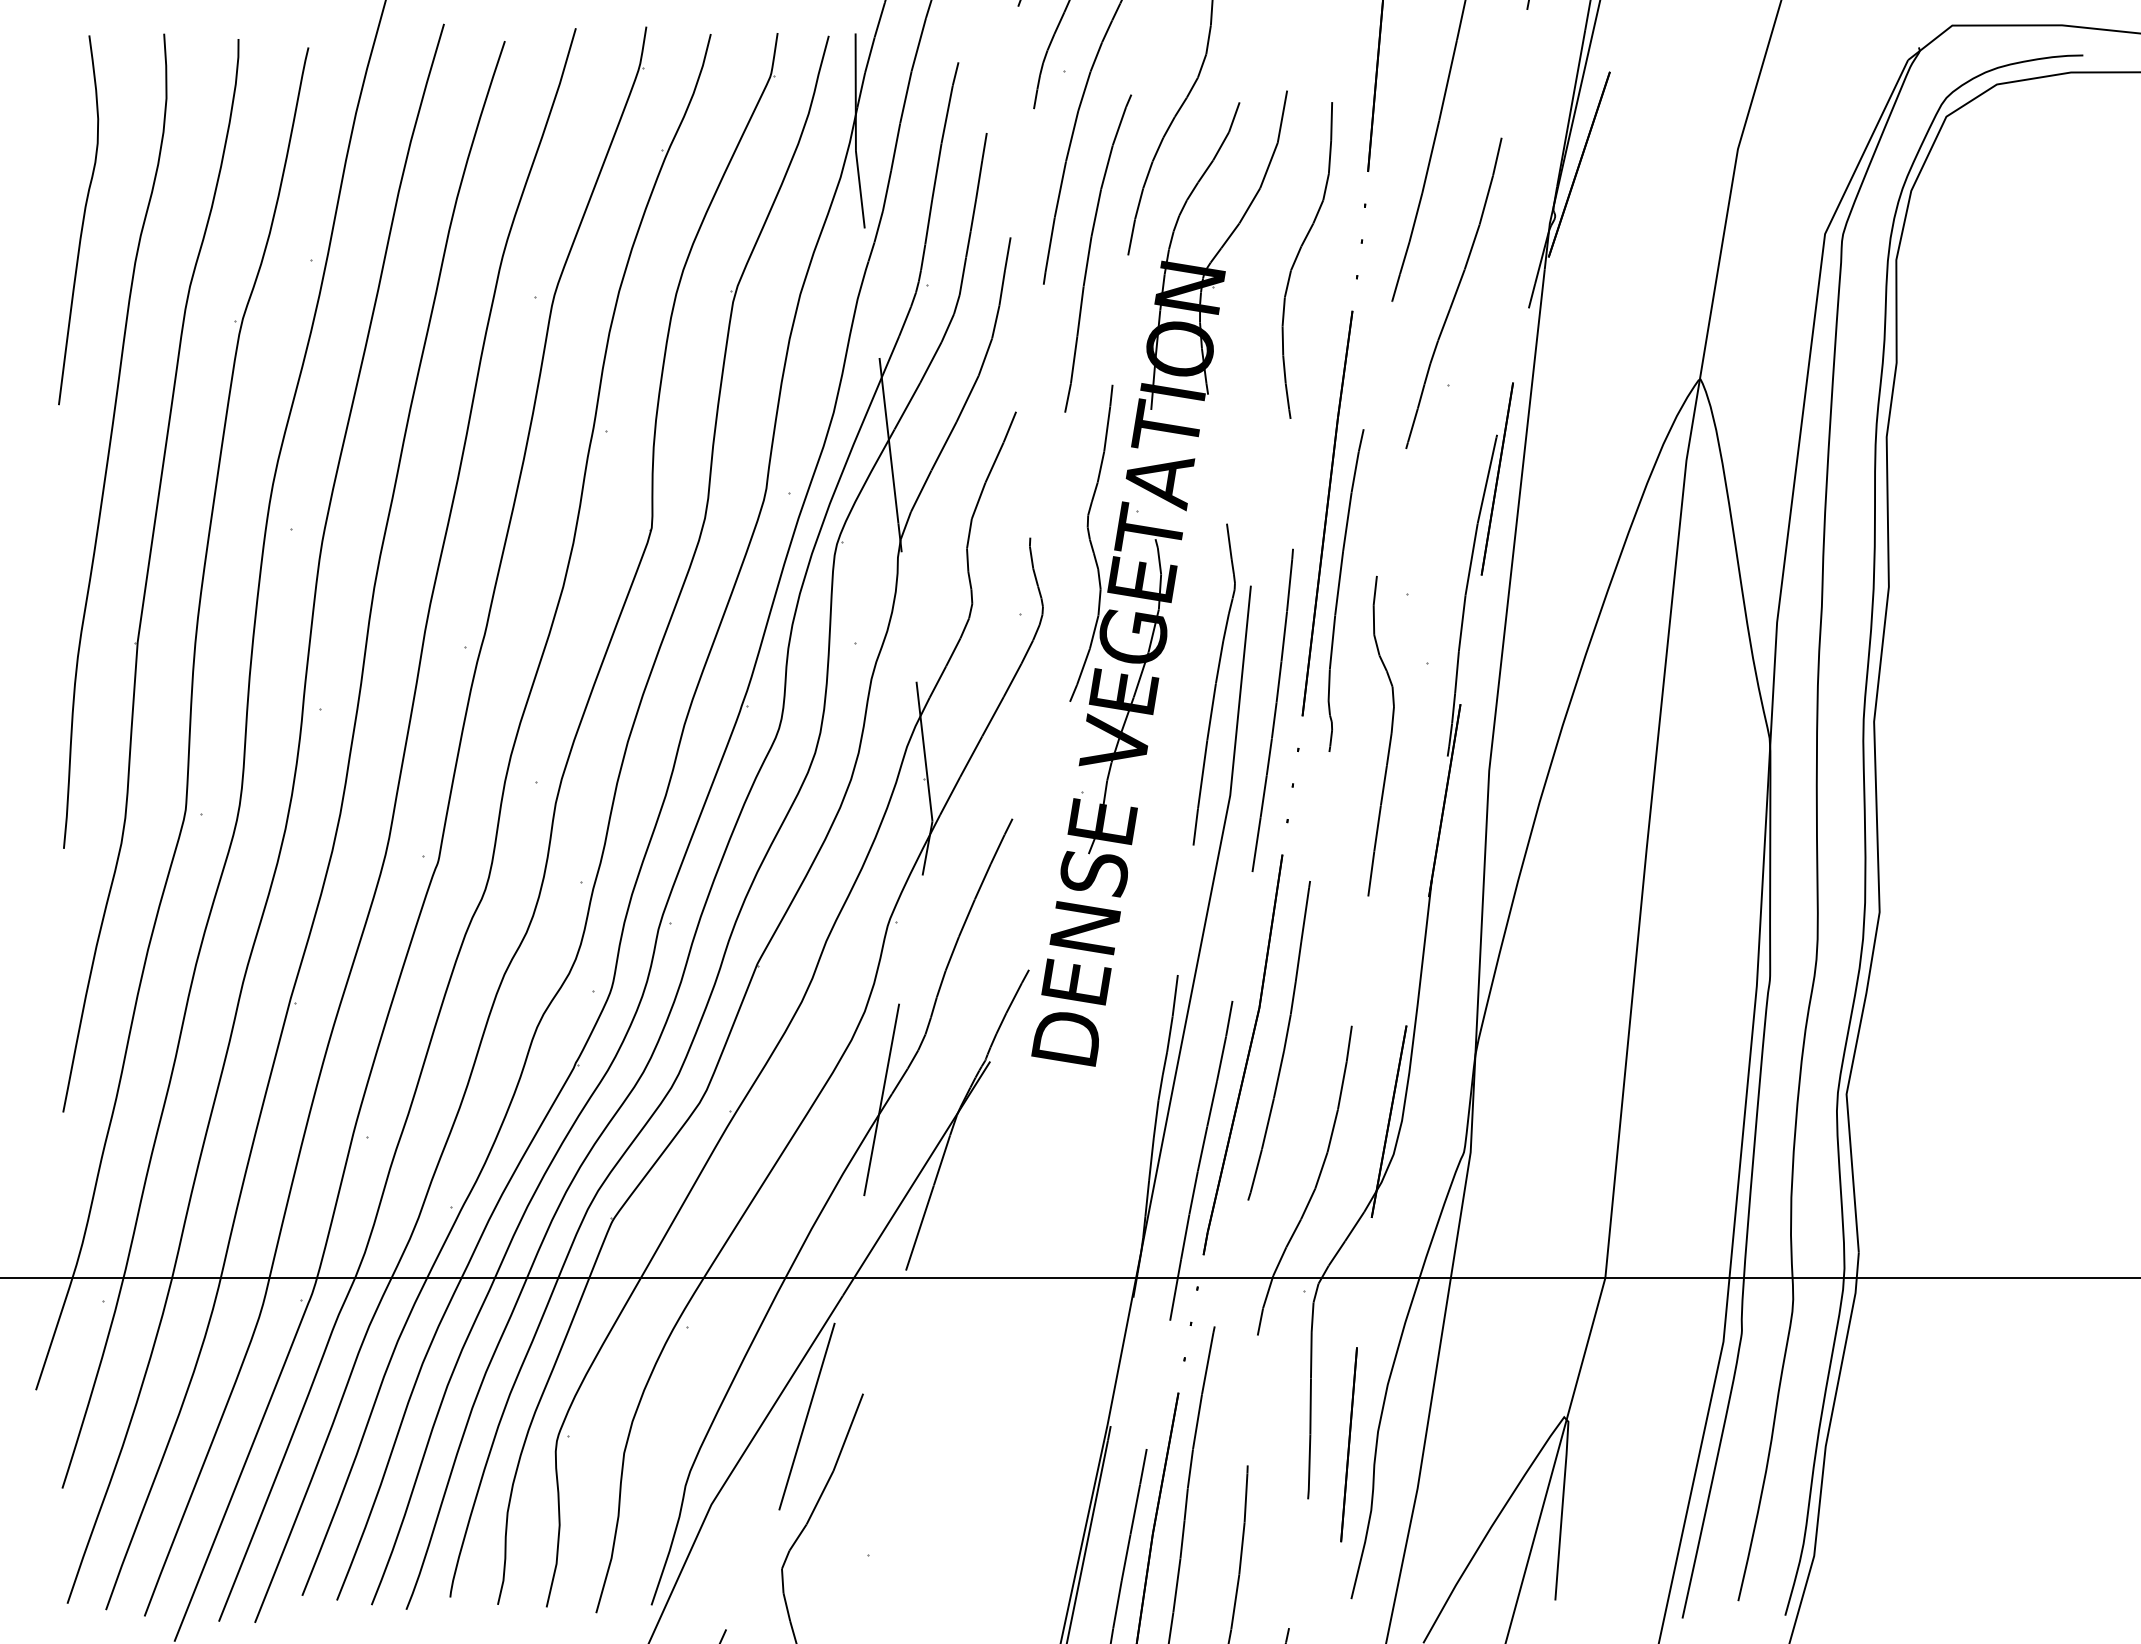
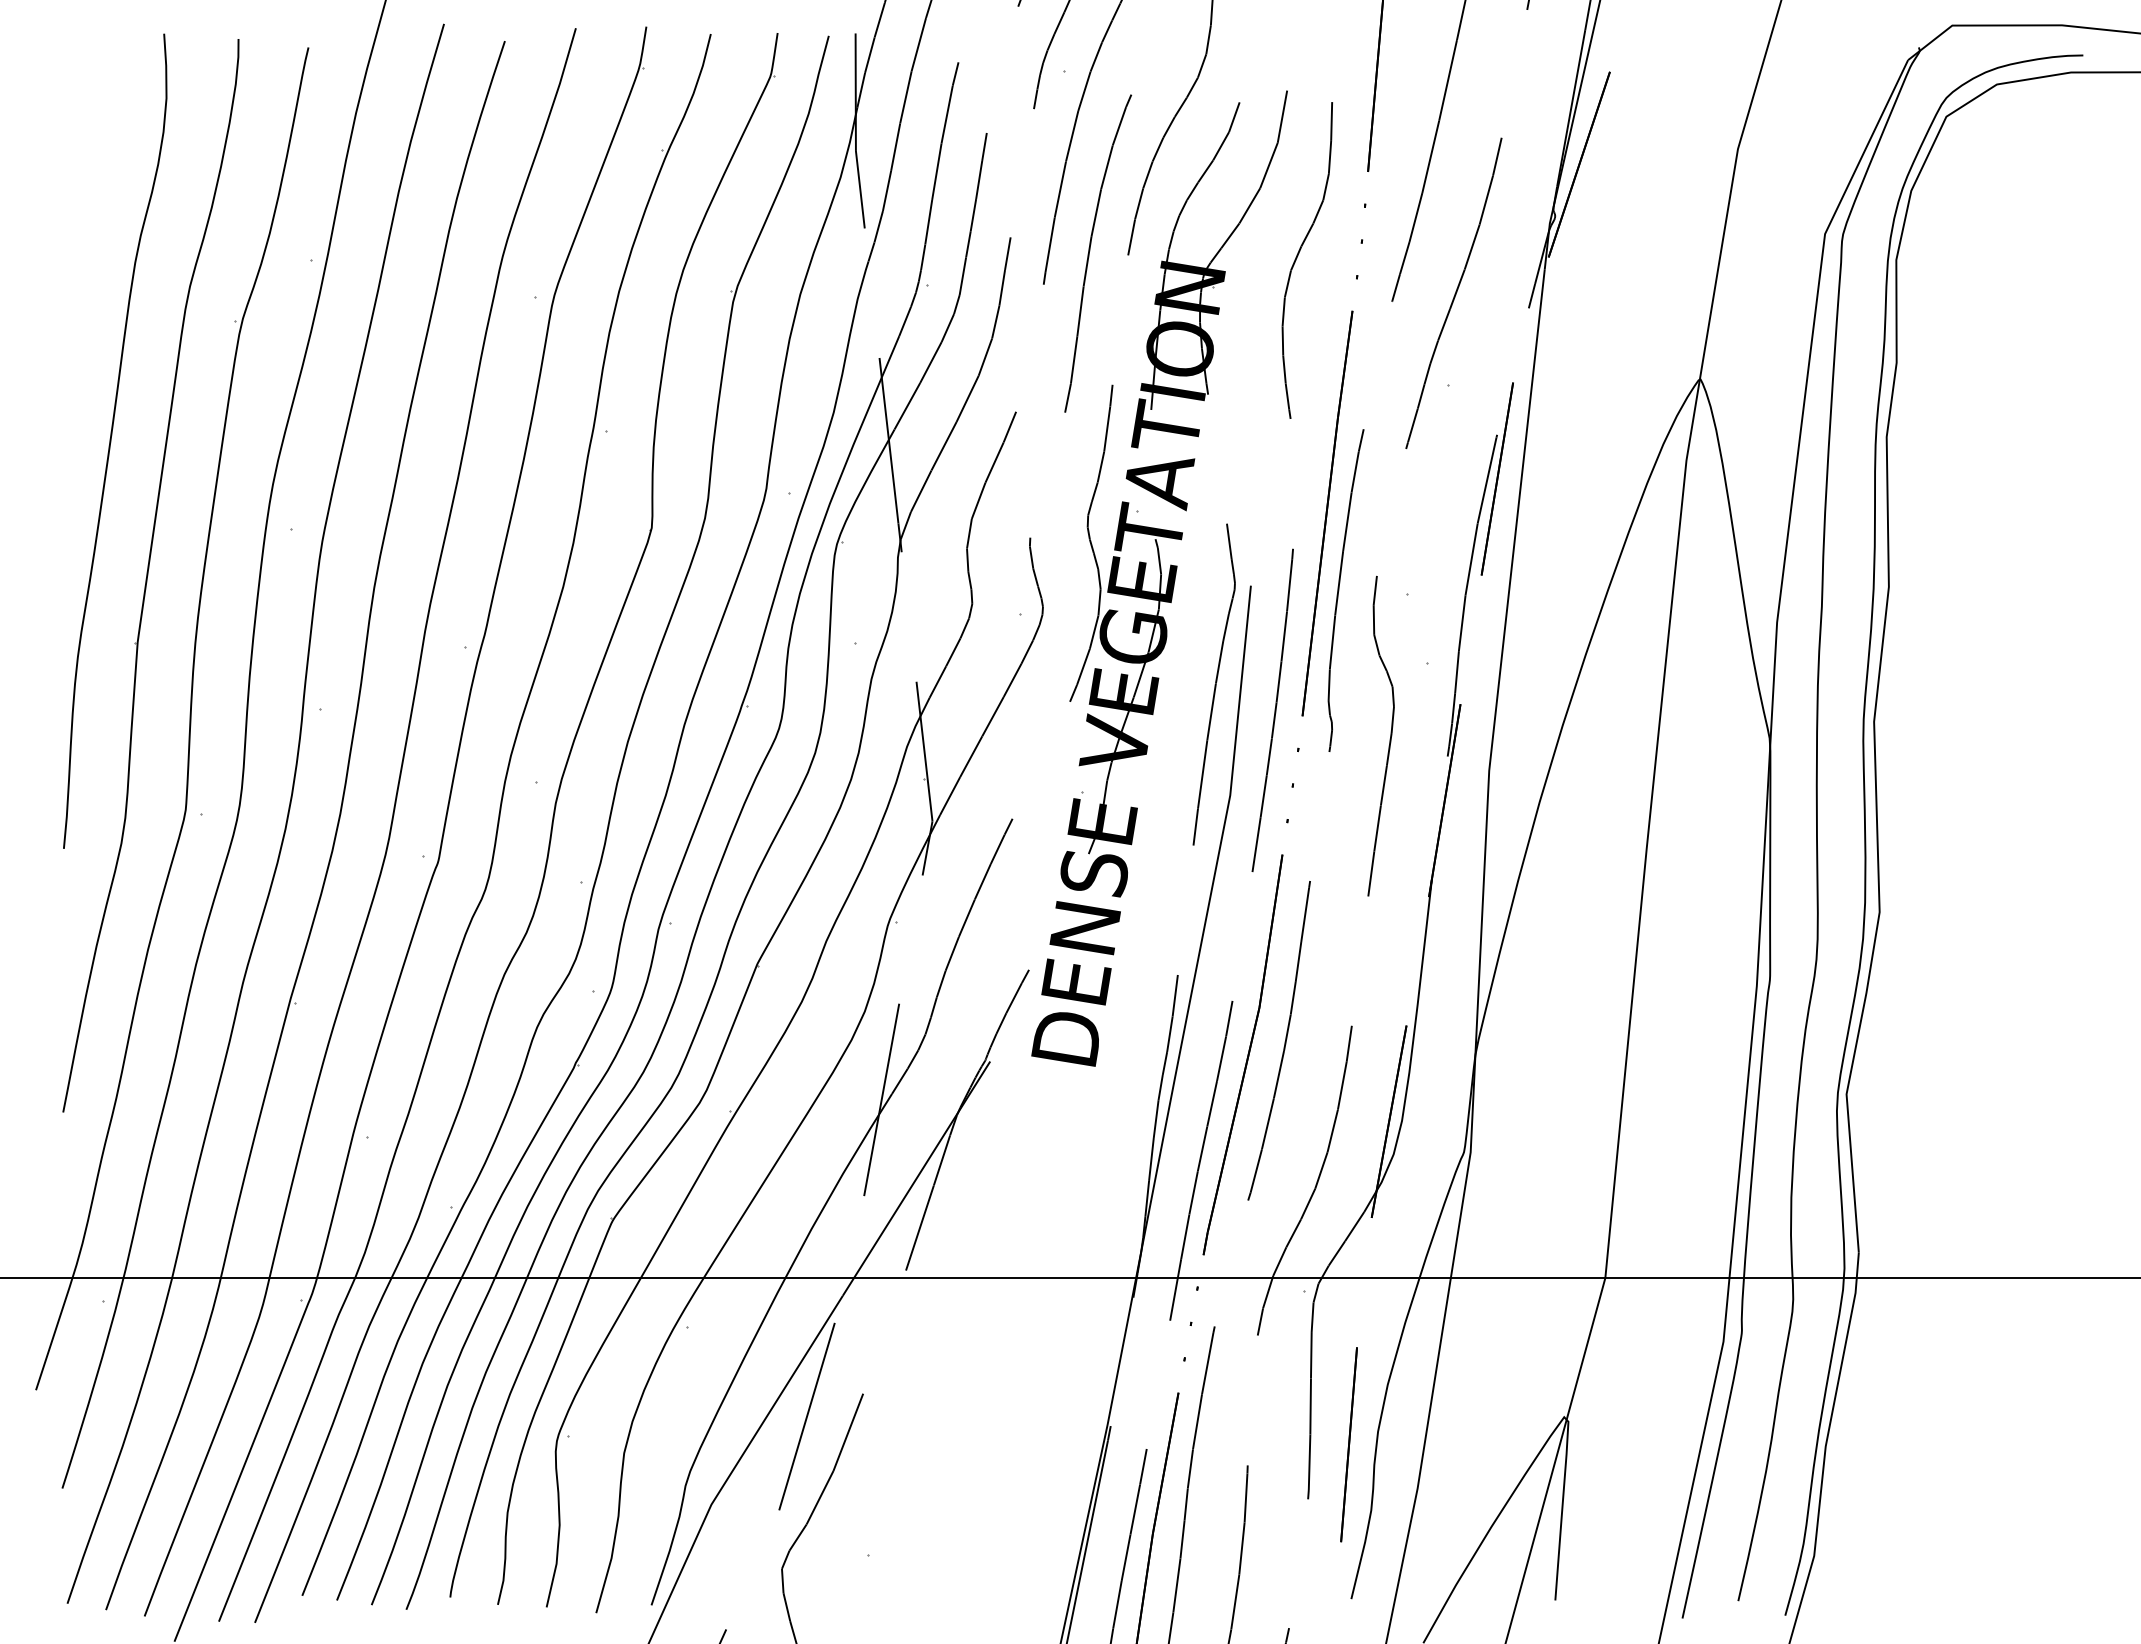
curve at (82, 220): present -> none
